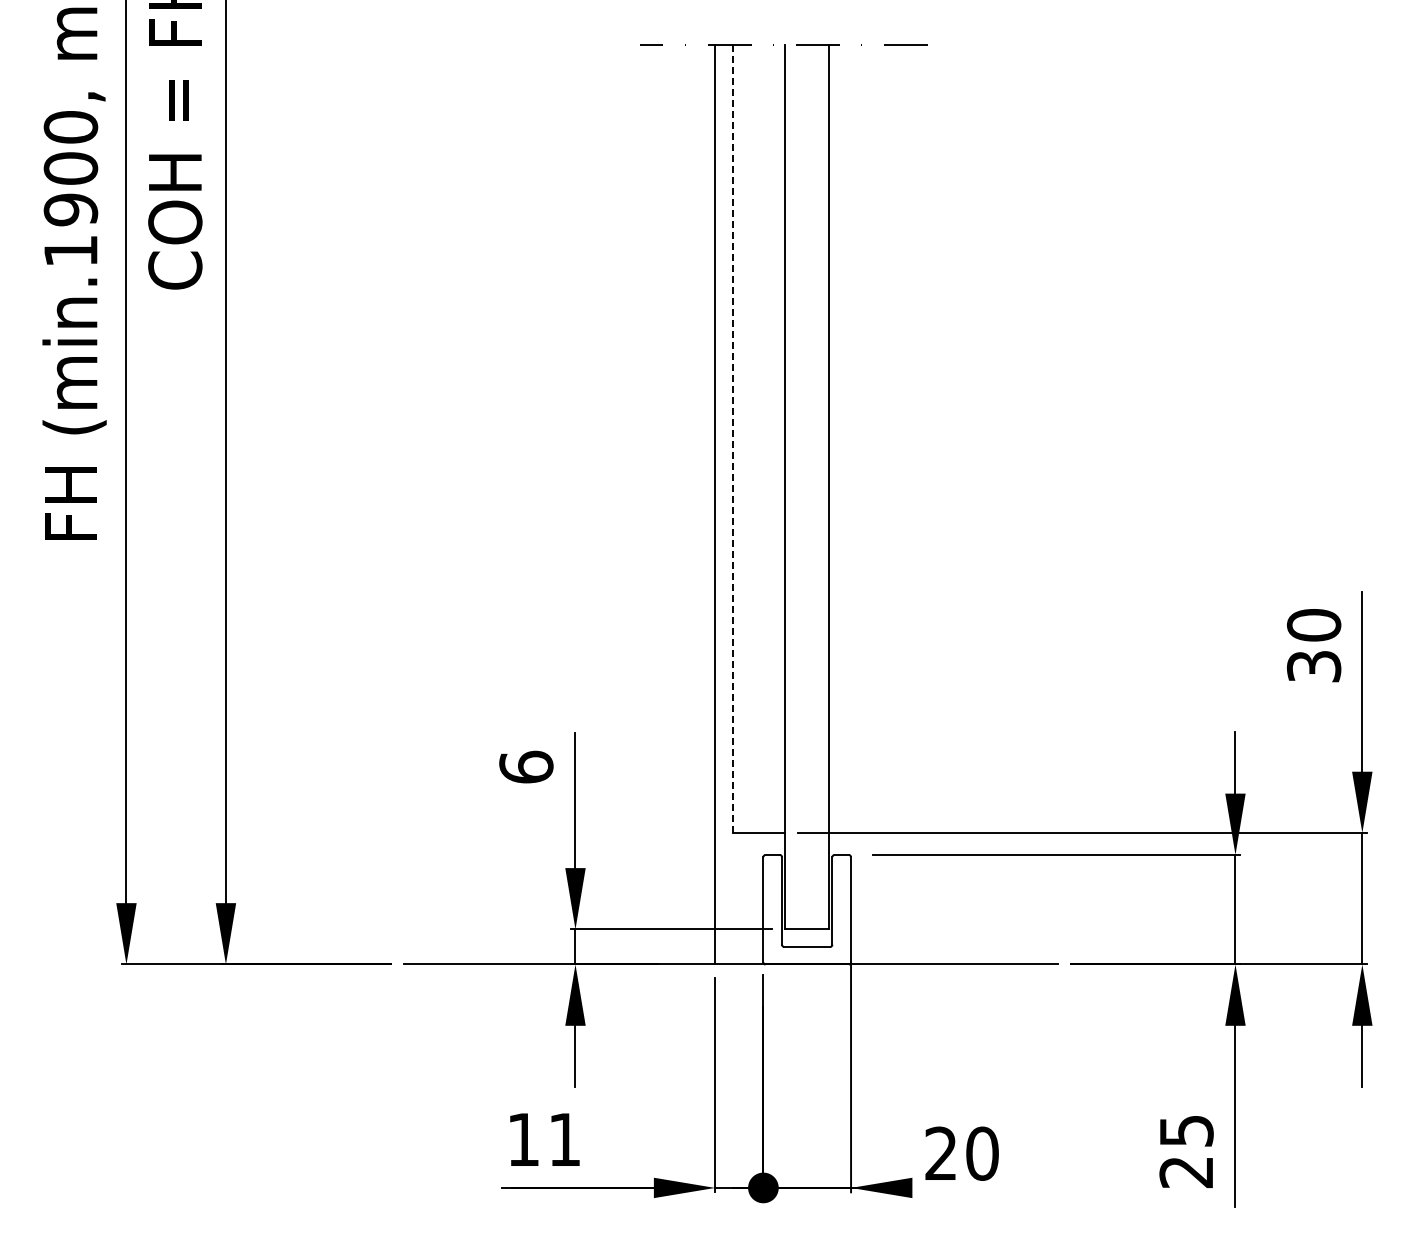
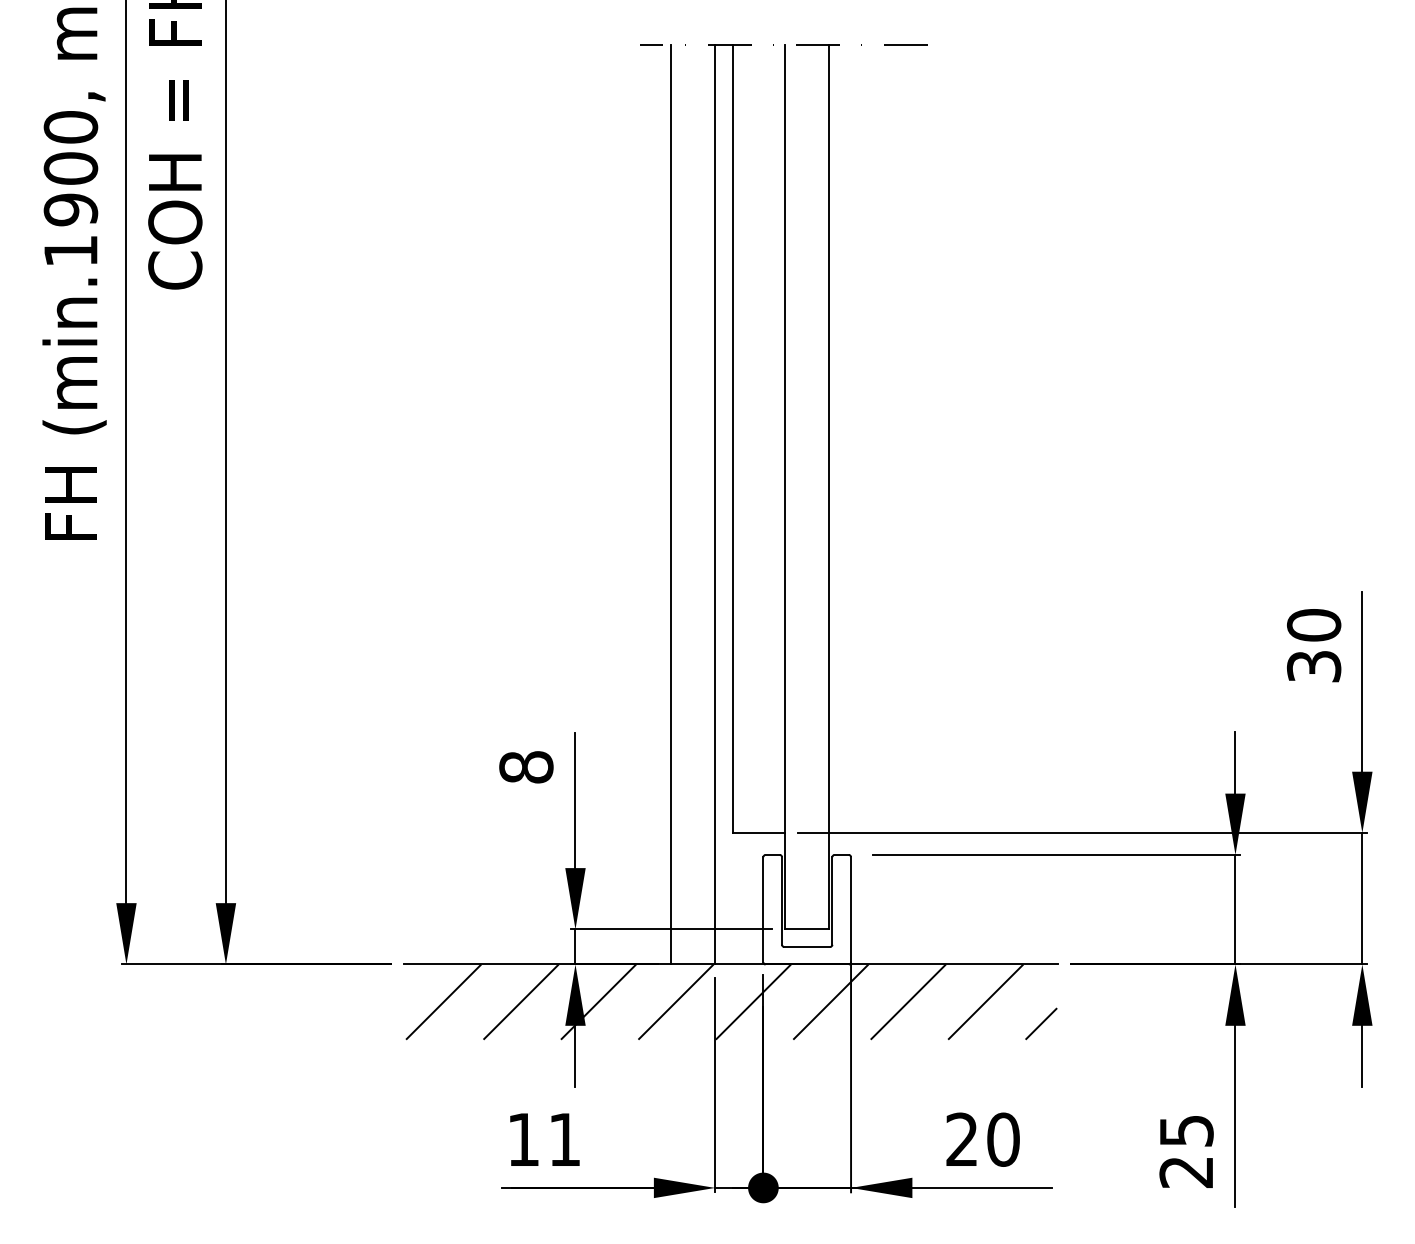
line at (732, 439): dashed -> solid
line at (671, 504): none -> present
text at (526, 766): 6 -> 8
hatch at (731, 1001): none -> present
text at (961, 1153) position: (961, 1153) -> (982, 1139)
line at (981, 1187): none -> present
